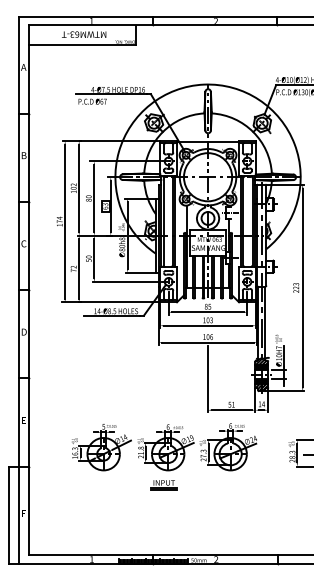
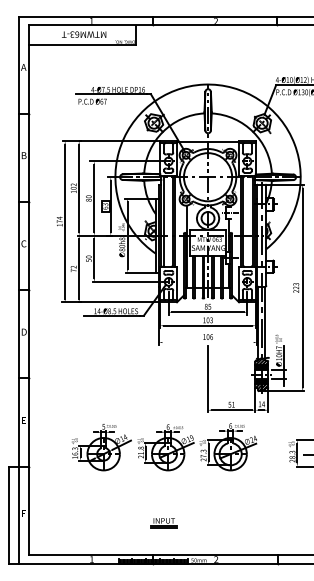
line at (207, 342): present -> none
part at (163, 485) position: (163, 485) -> (163, 523)
